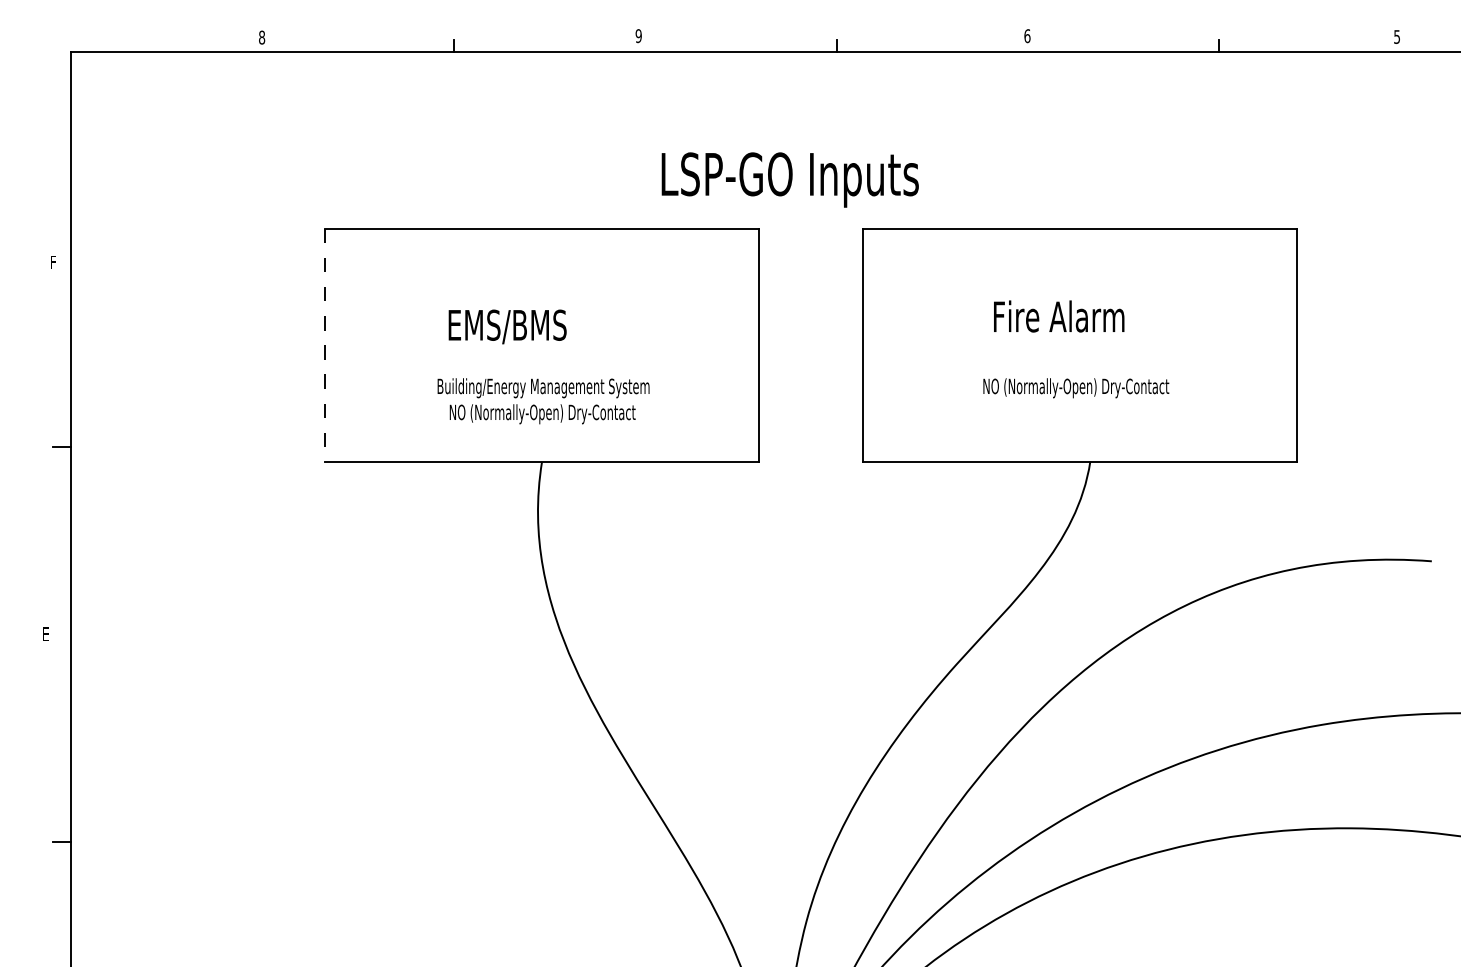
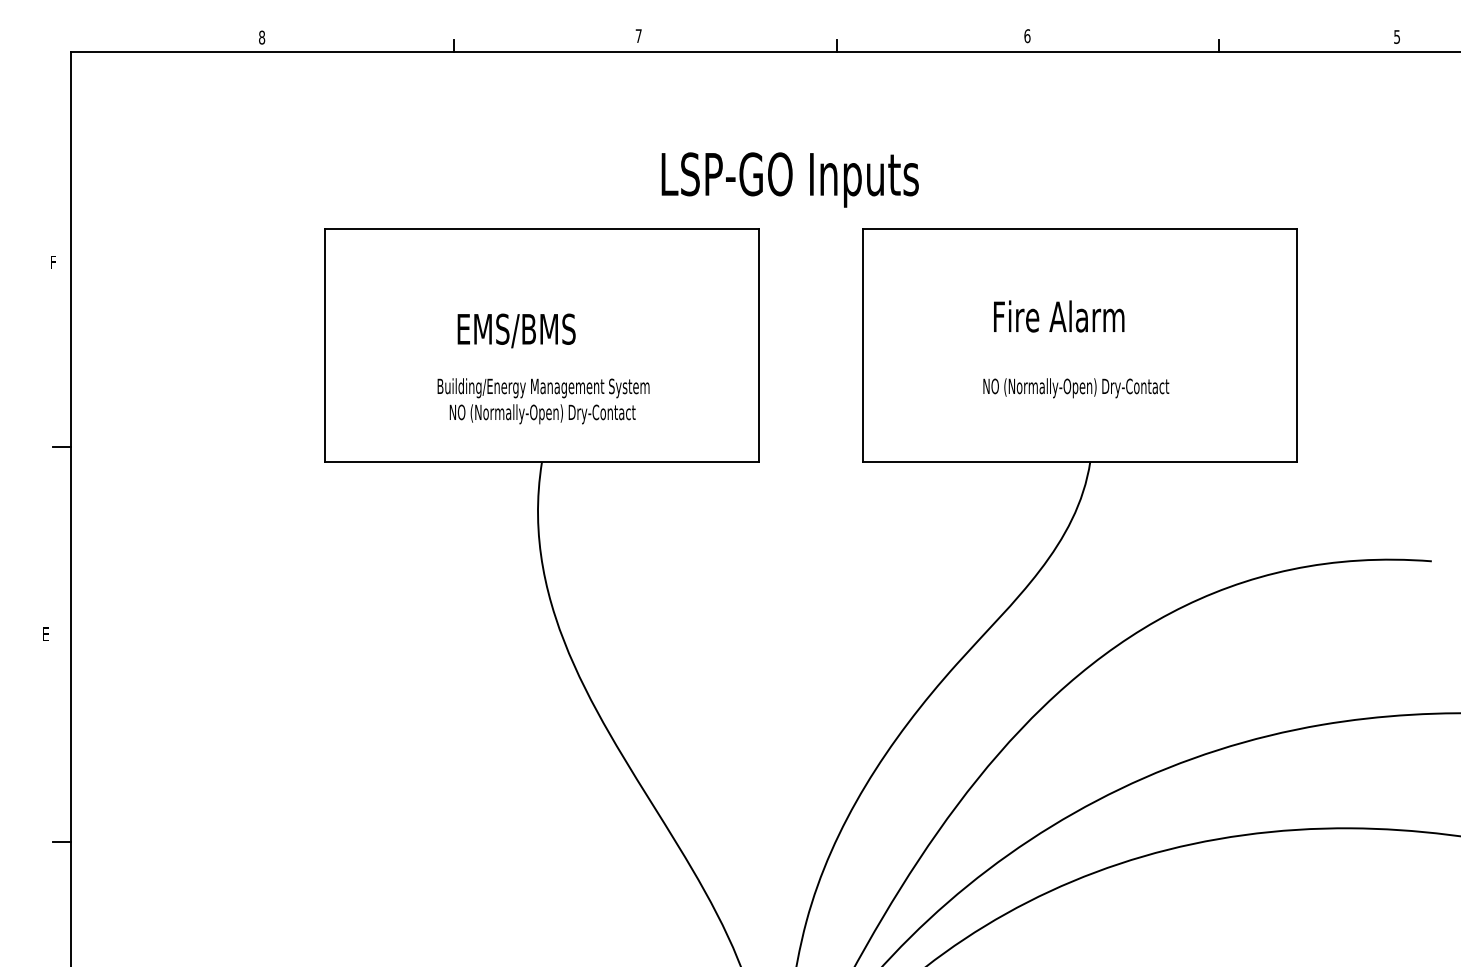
text at (638, 36): 9 -> 7
text at (507, 326) position: (507, 326) -> (516, 330)
line at (325, 345): dashed -> solid
